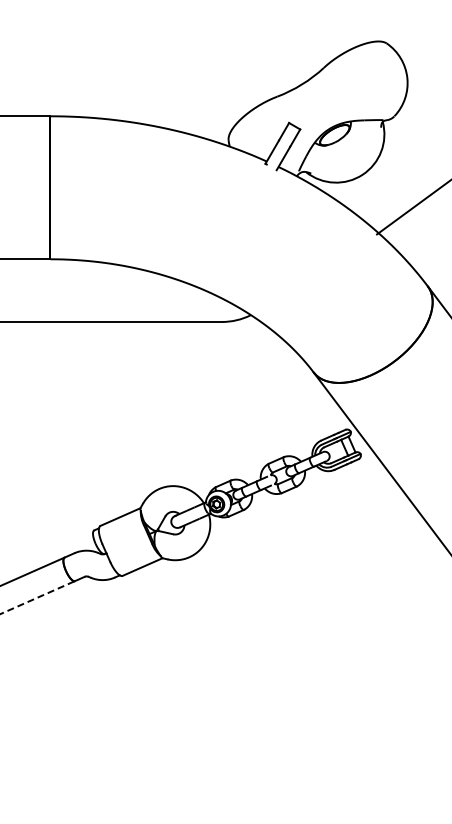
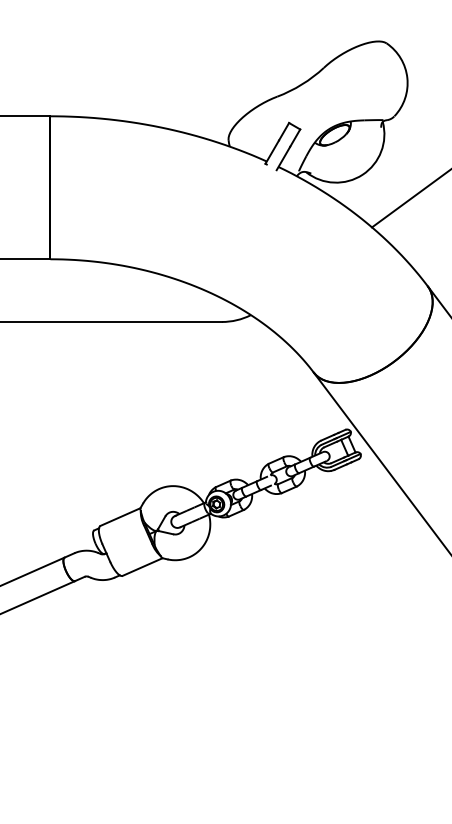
line at (412, 207) position: (412, 207) -> (409, 199)
line at (37, 597): dashed -> solid
